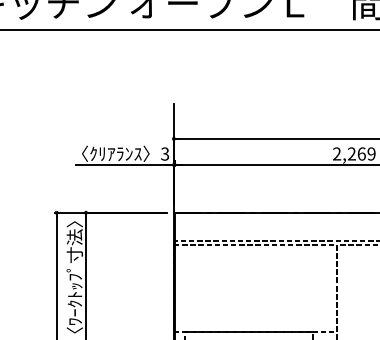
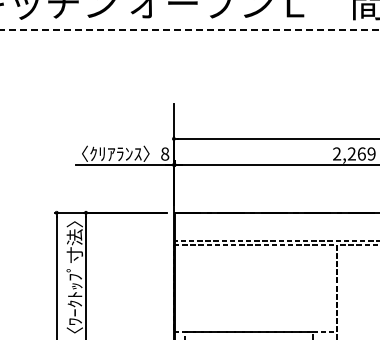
line at (190, 30): solid -> dashed
text at (165, 153): 3 -> 8
